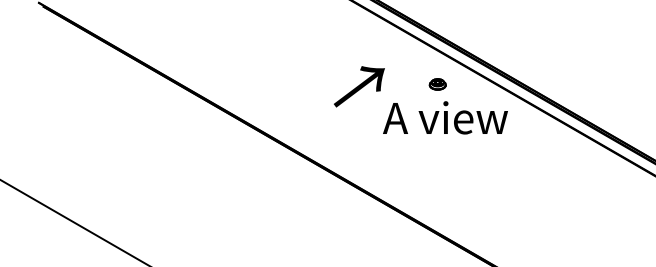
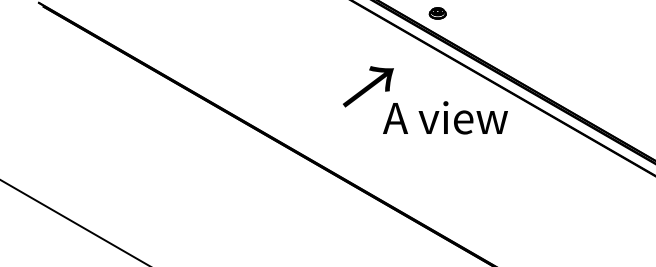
part at (437, 84) position: (437, 84) -> (437, 13)
text at (359, 86) position: (359, 86) -> (368, 86)
